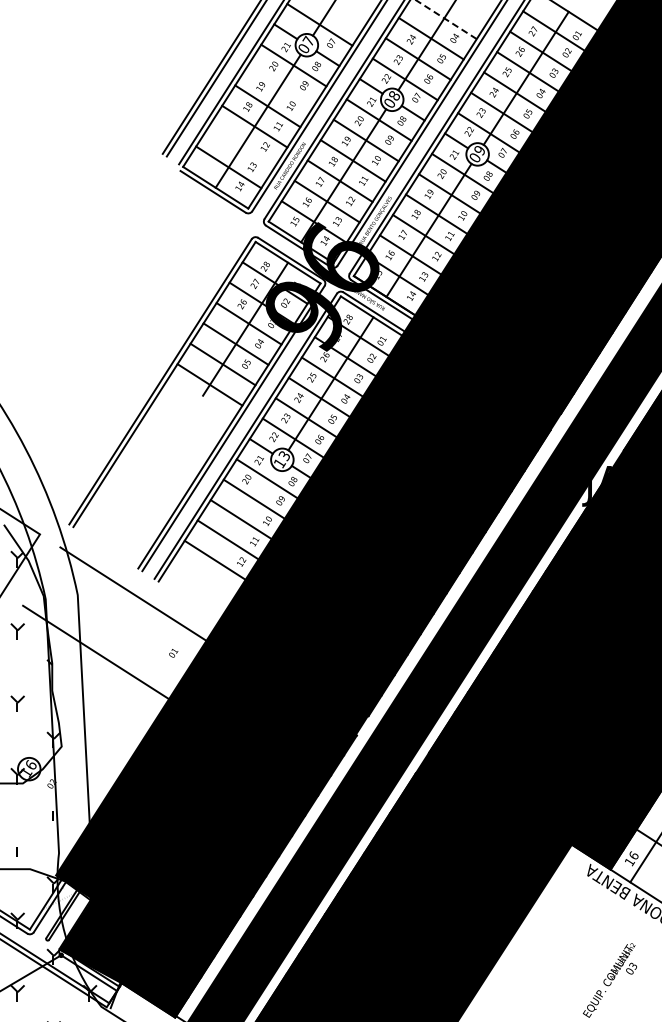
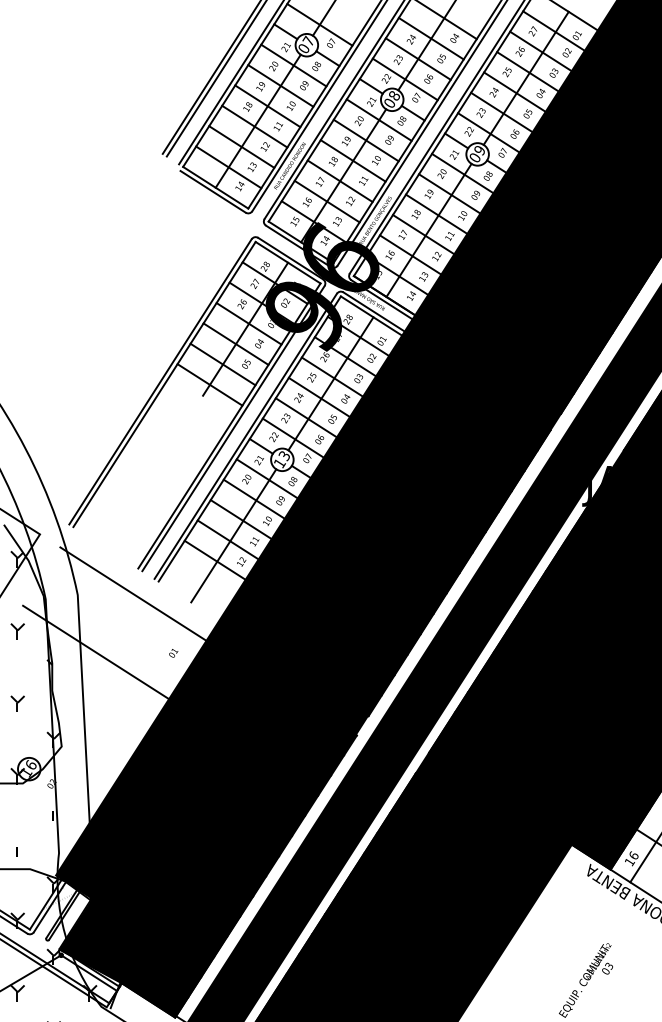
line at (445, 19): dashed -> solid
line at (280, 85): none -> present
line at (241, 146): none -> present
line at (233, 535): none -> present
text at (609, 980) position: (609, 980) -> (585, 980)
